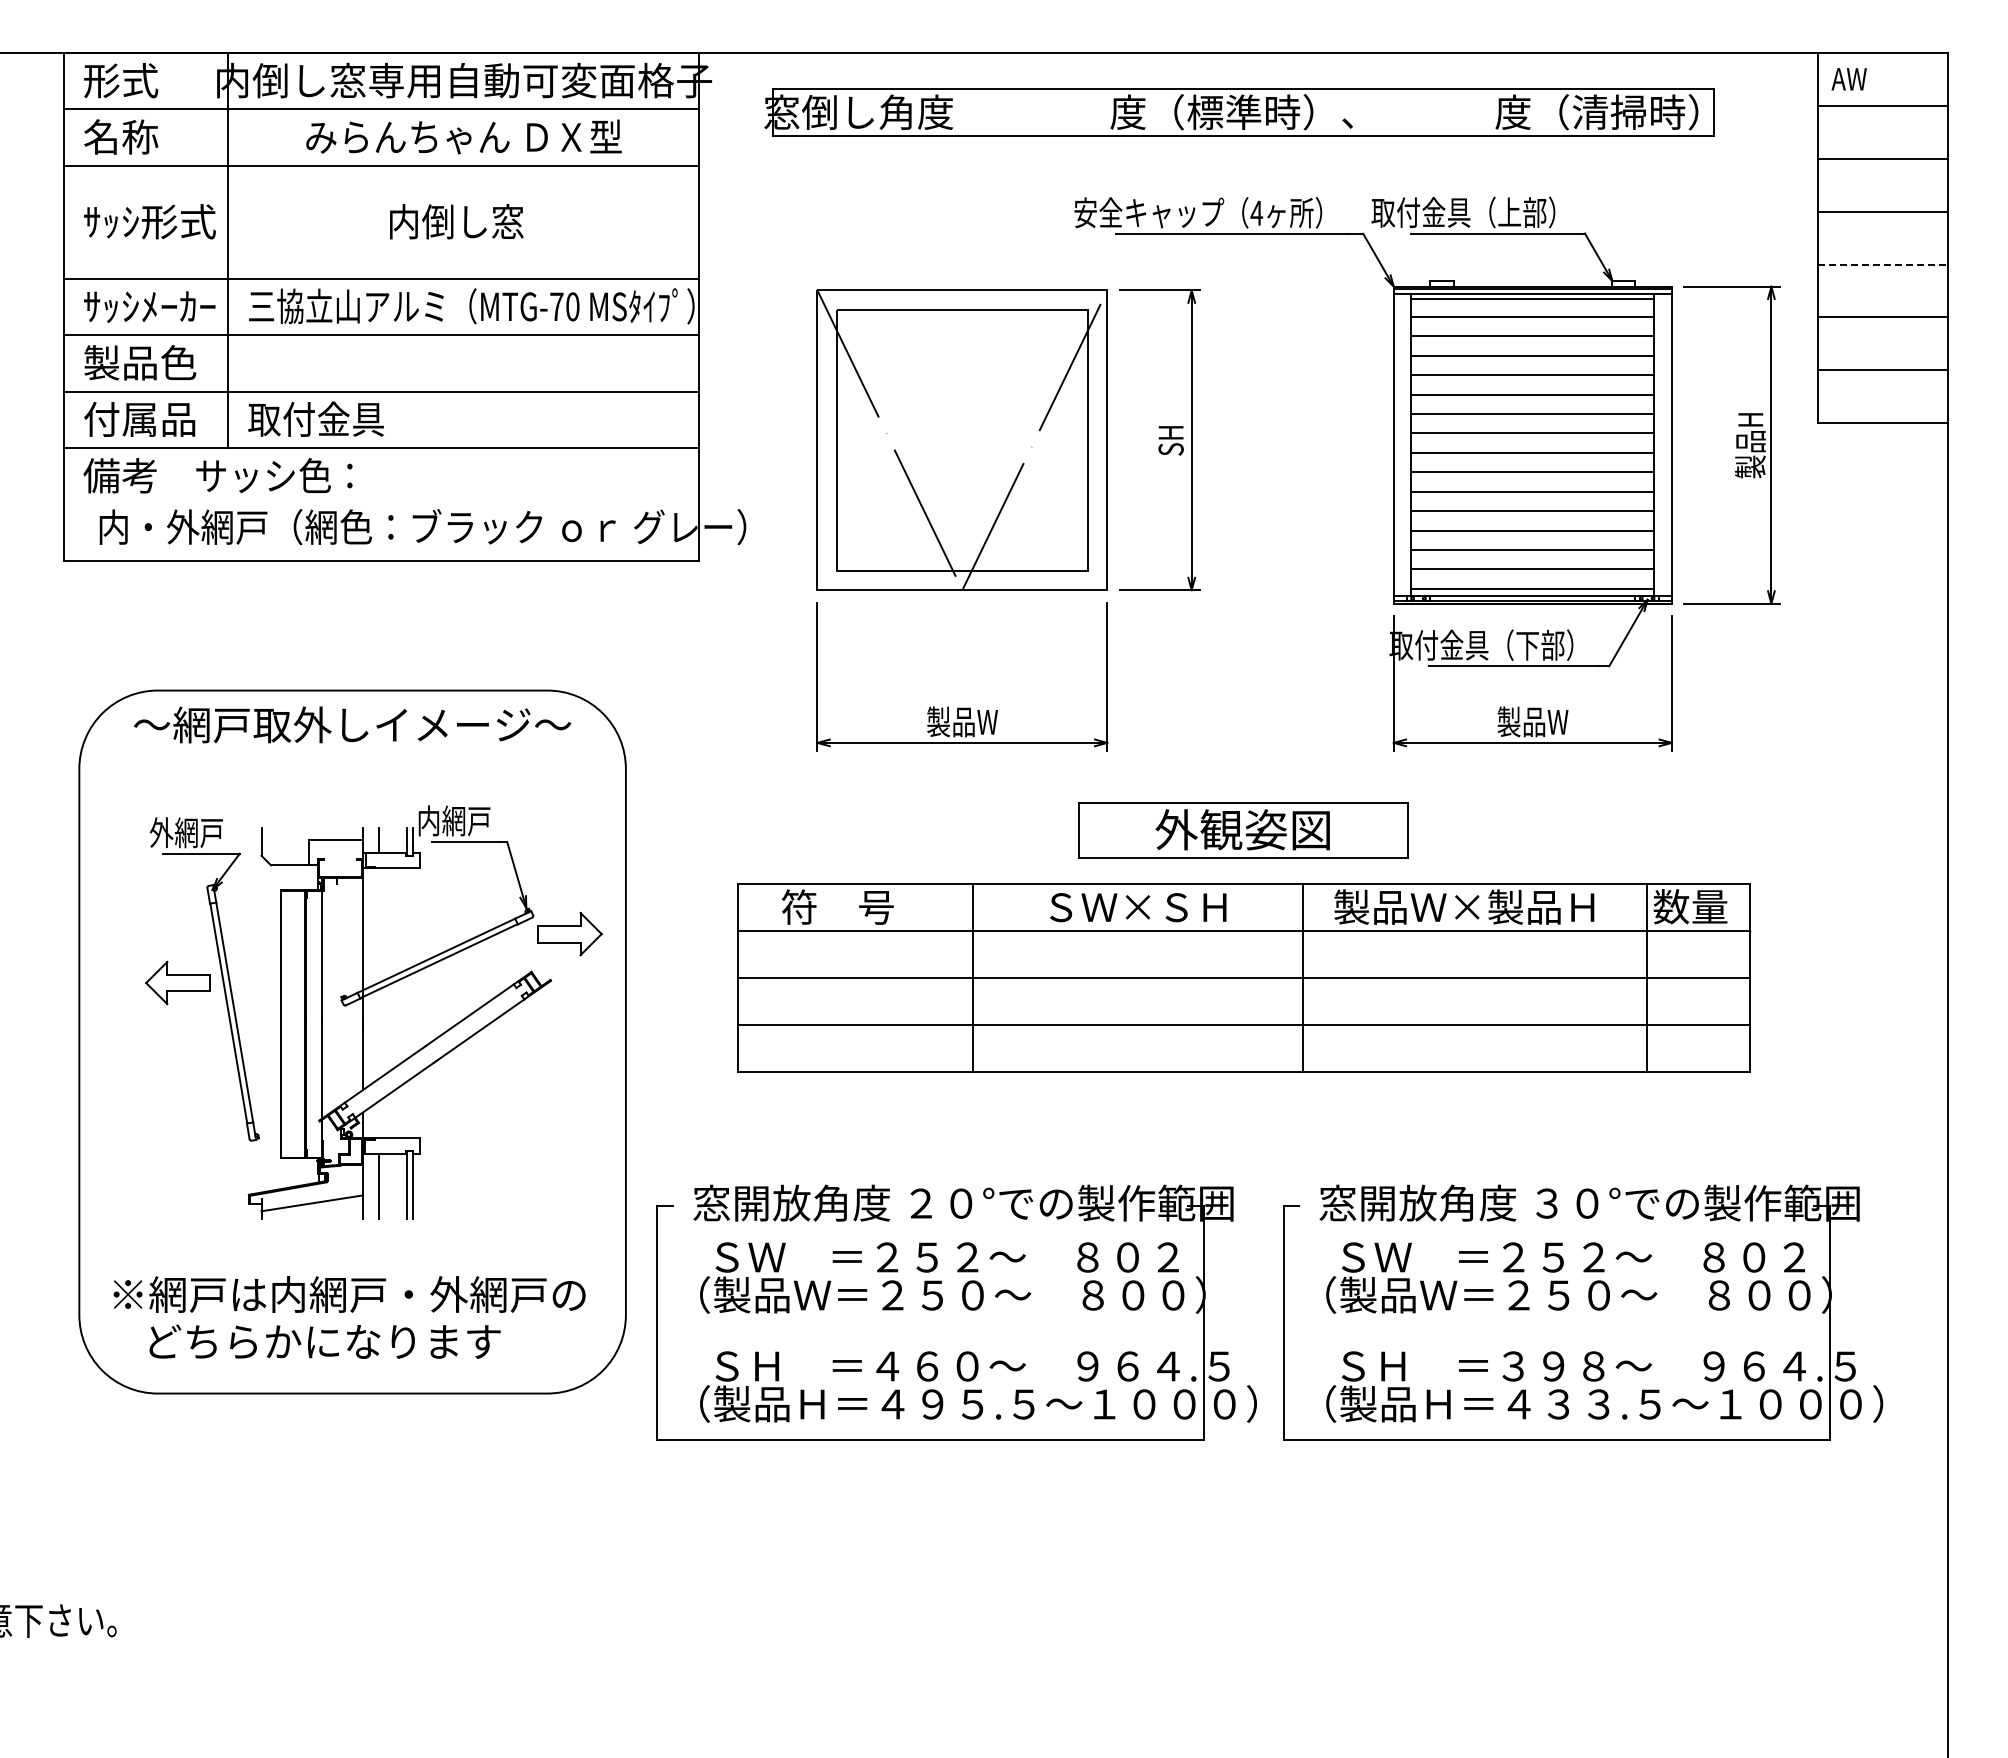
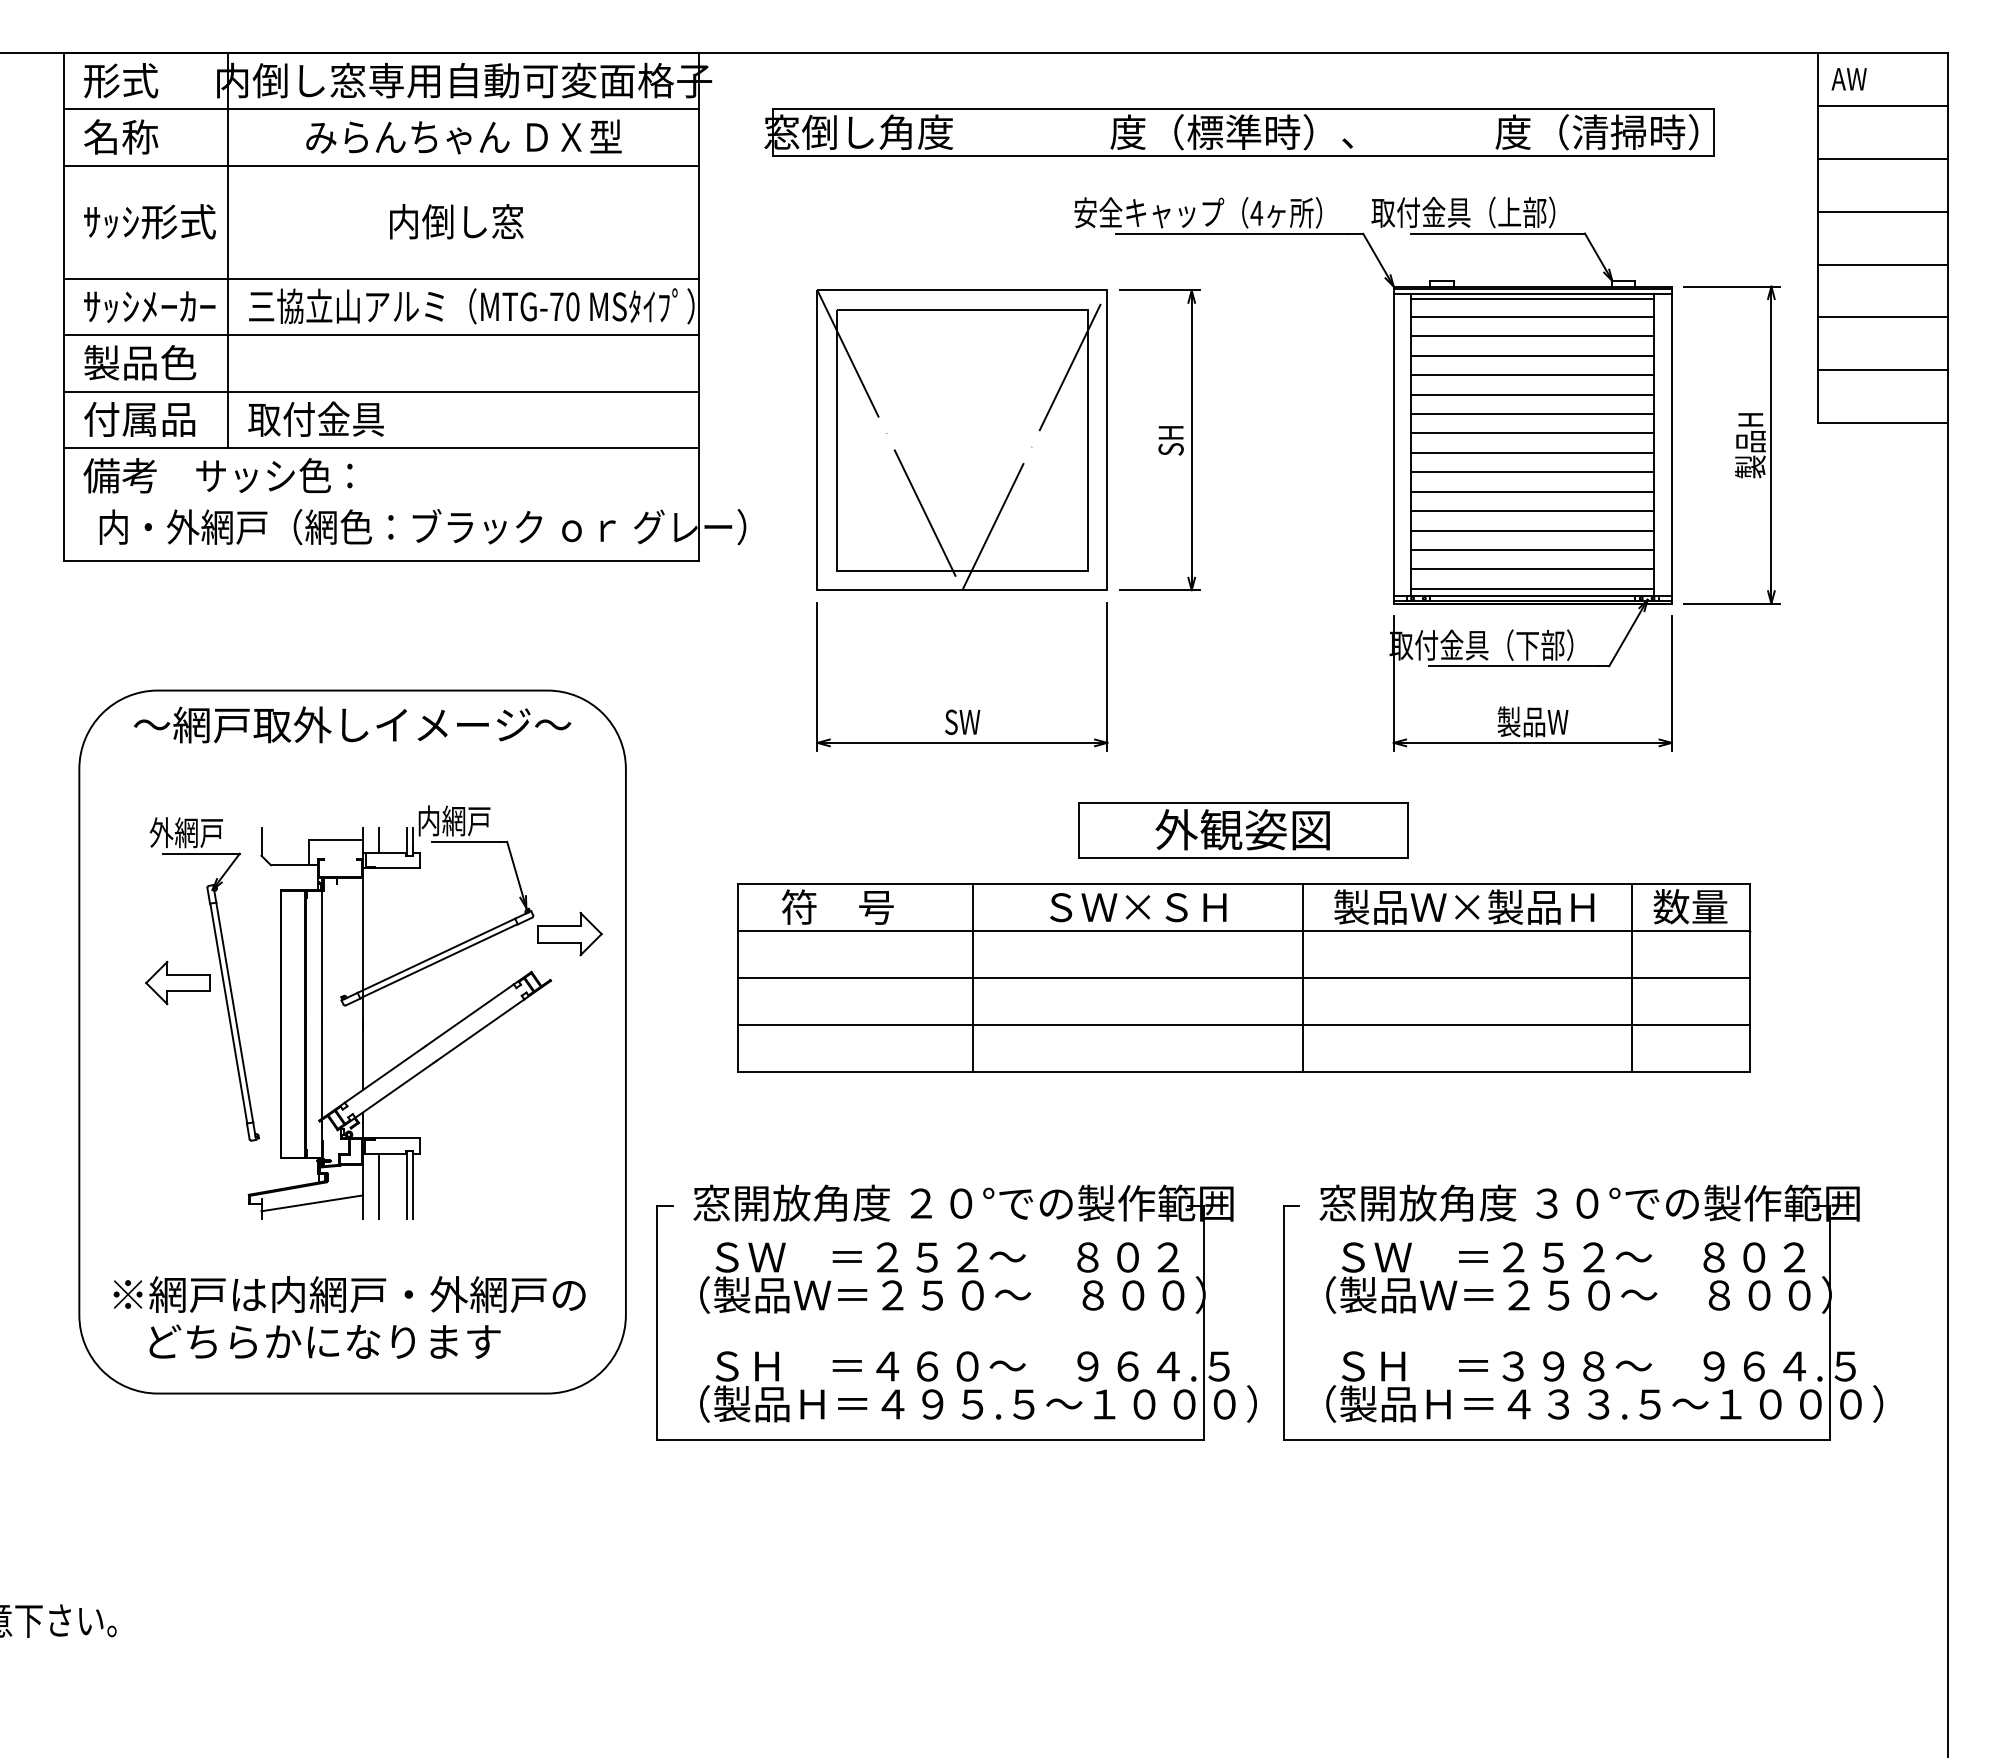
part at (1239, 112) position: (1239, 112) -> (1239, 132)
line at (1883, 264): dashed -> solid
text at (962, 721): 製品W -> SW
line at (1646, 978) position: (1646, 978) -> (1631, 978)
